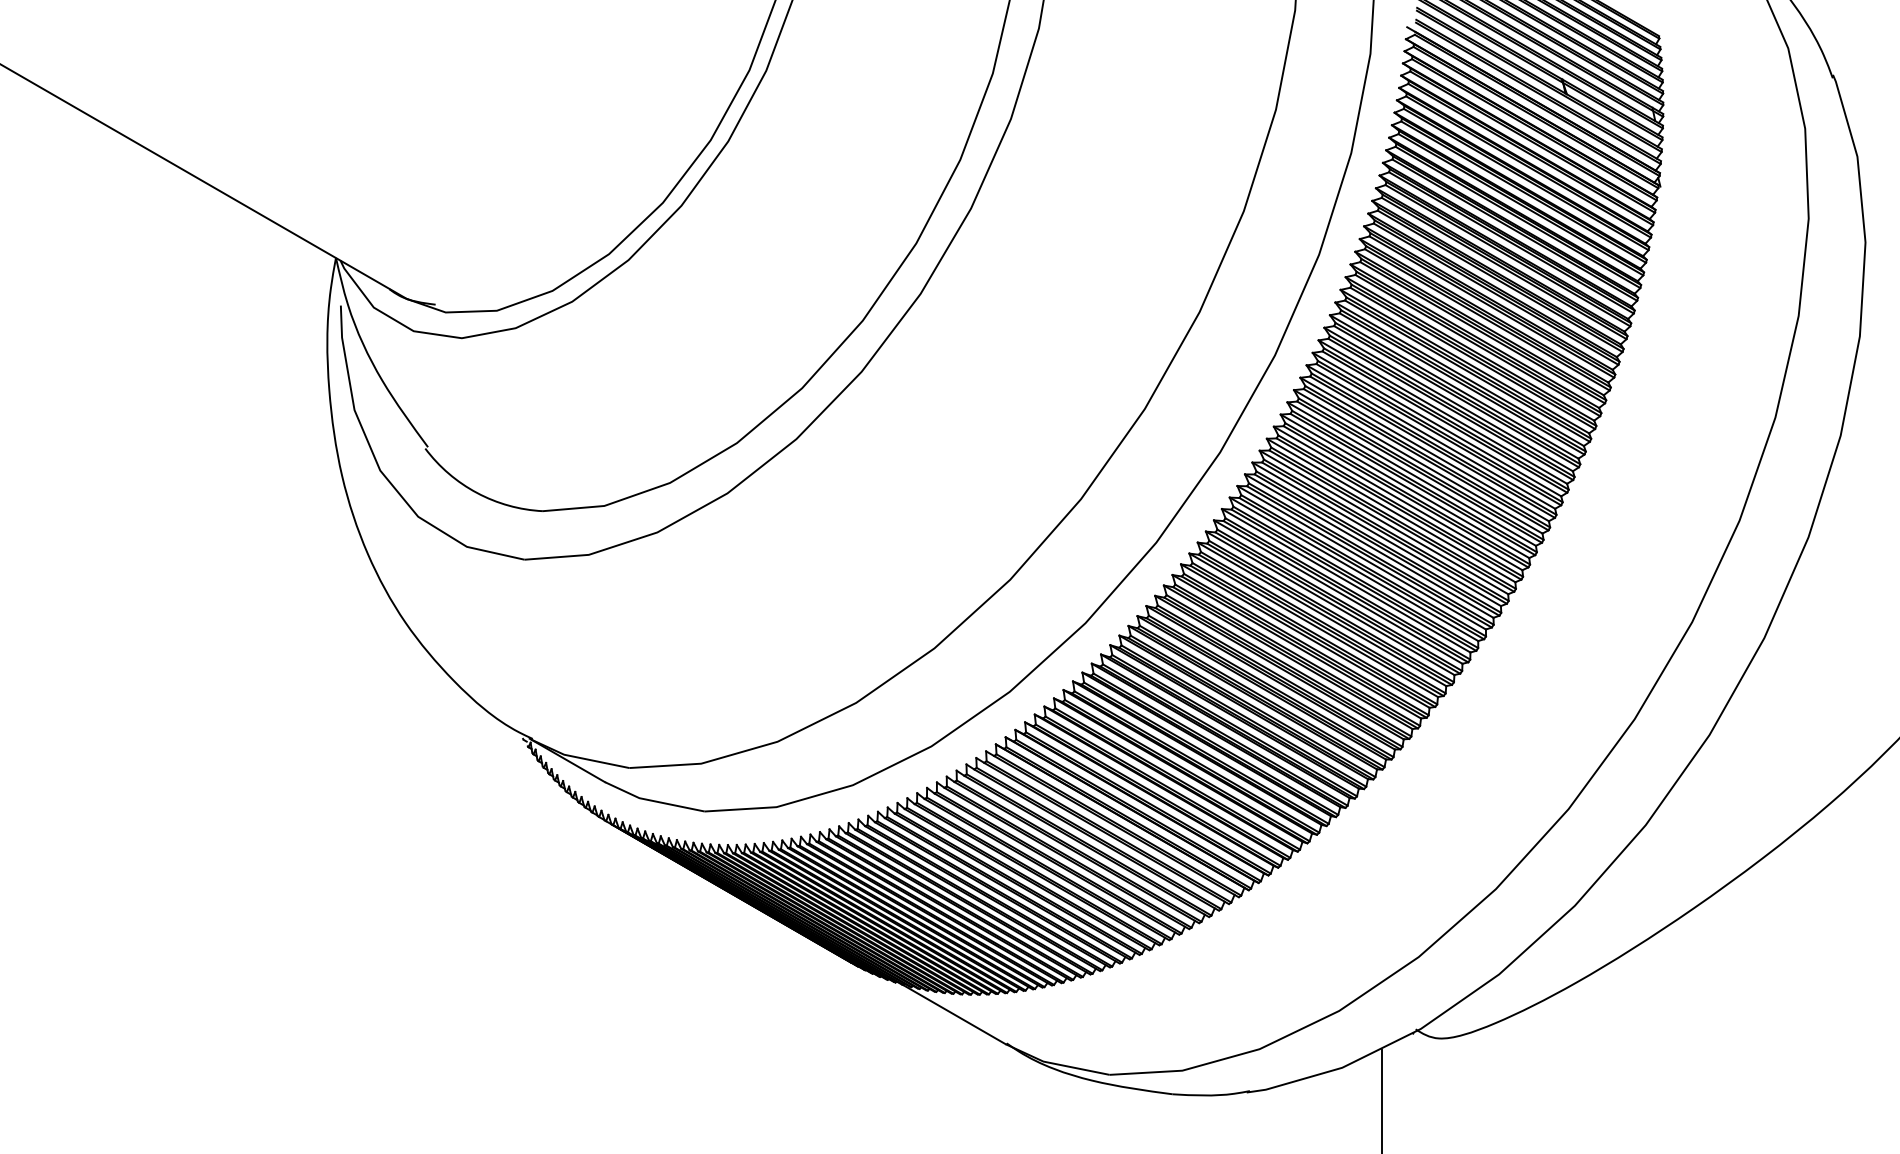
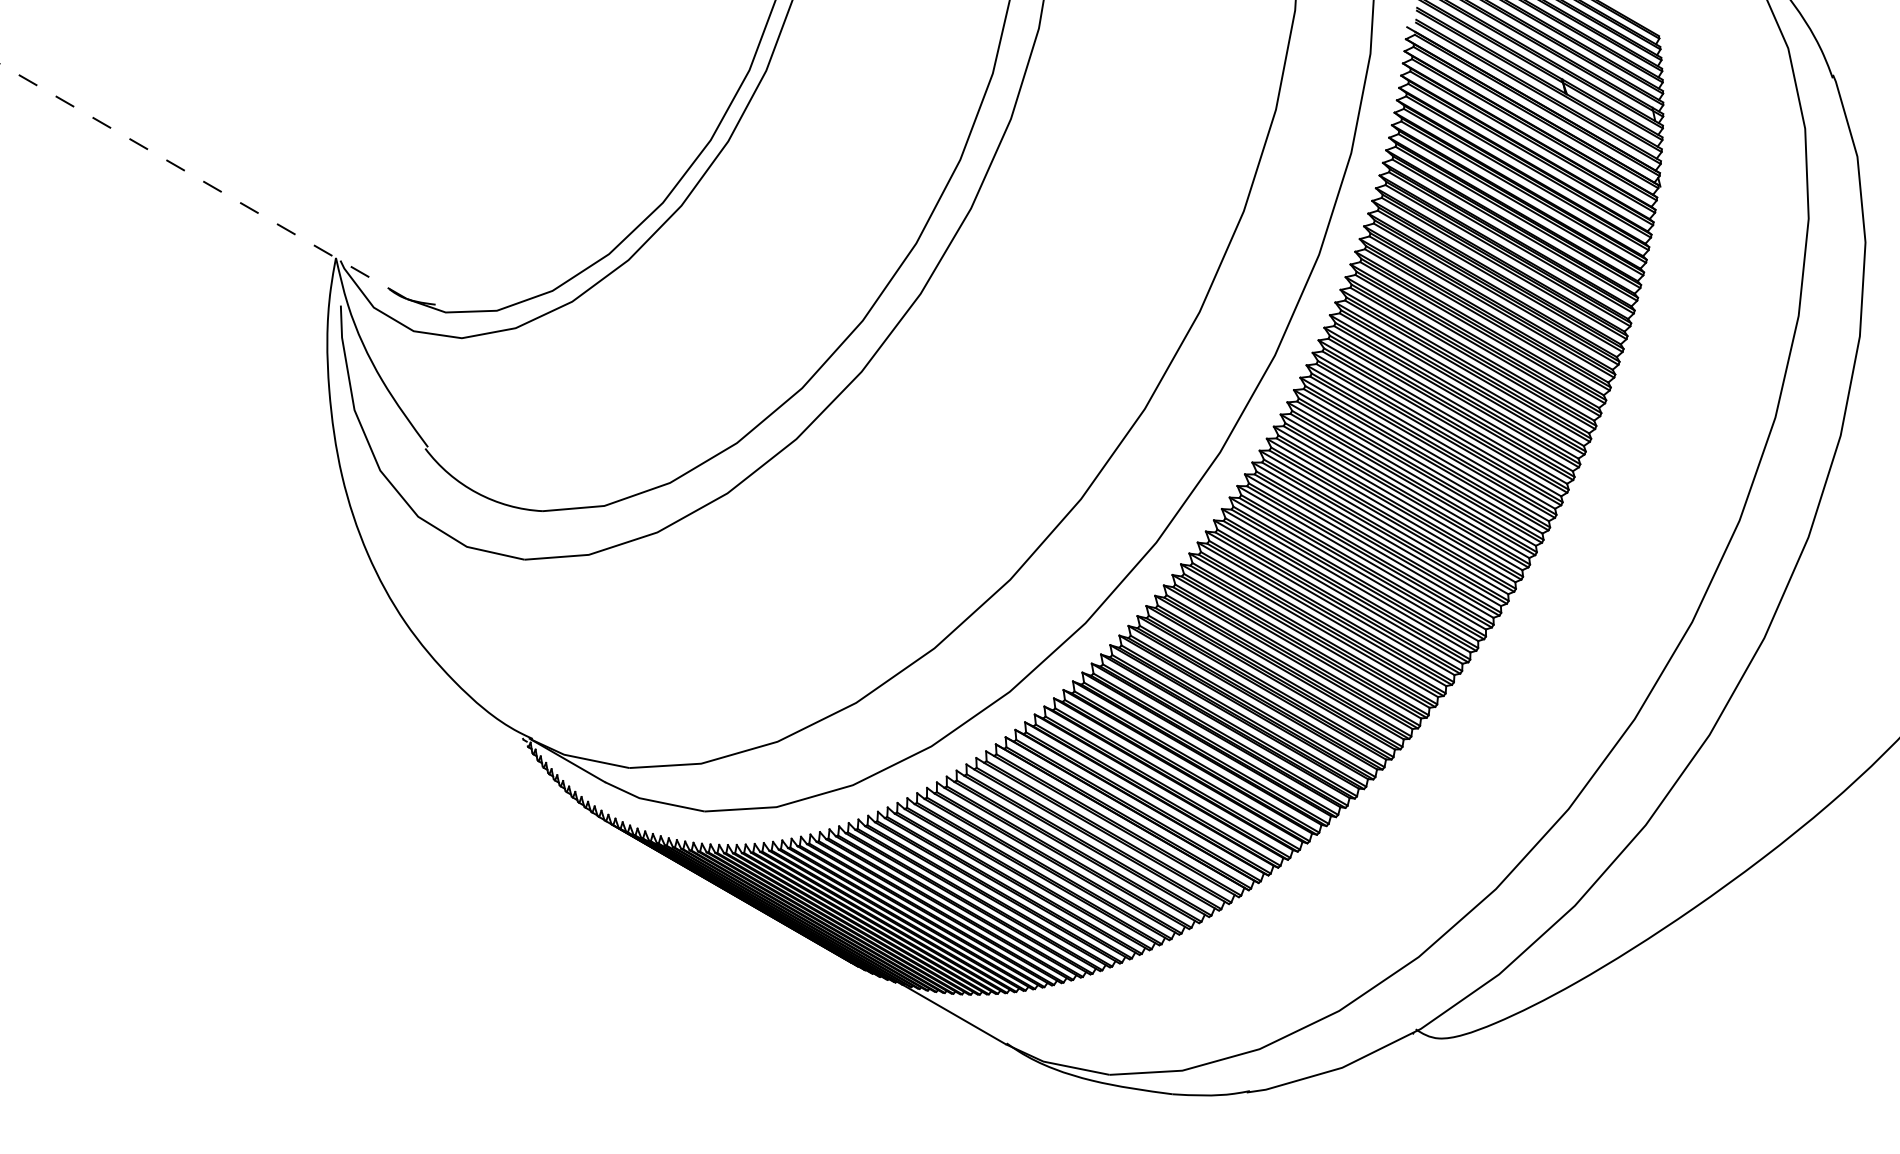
line at (203, 181): solid -> dashed
line at (1381, 1100): present -> none
